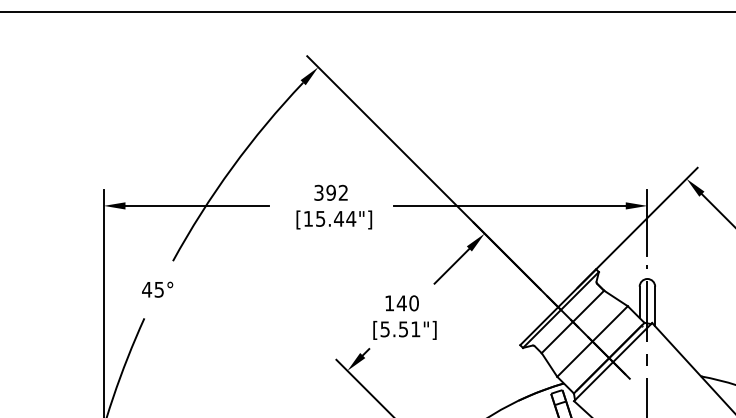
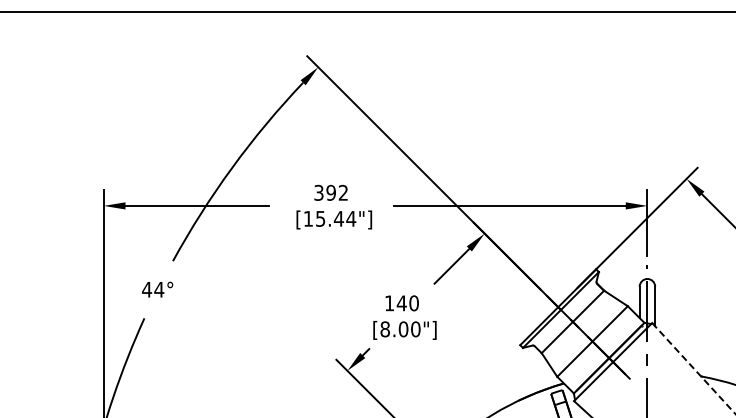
text at (159, 289): 45° -> 44°
text at (400, 329): [5.51"] -> [8.00"]
line at (693, 368): solid -> dashed
